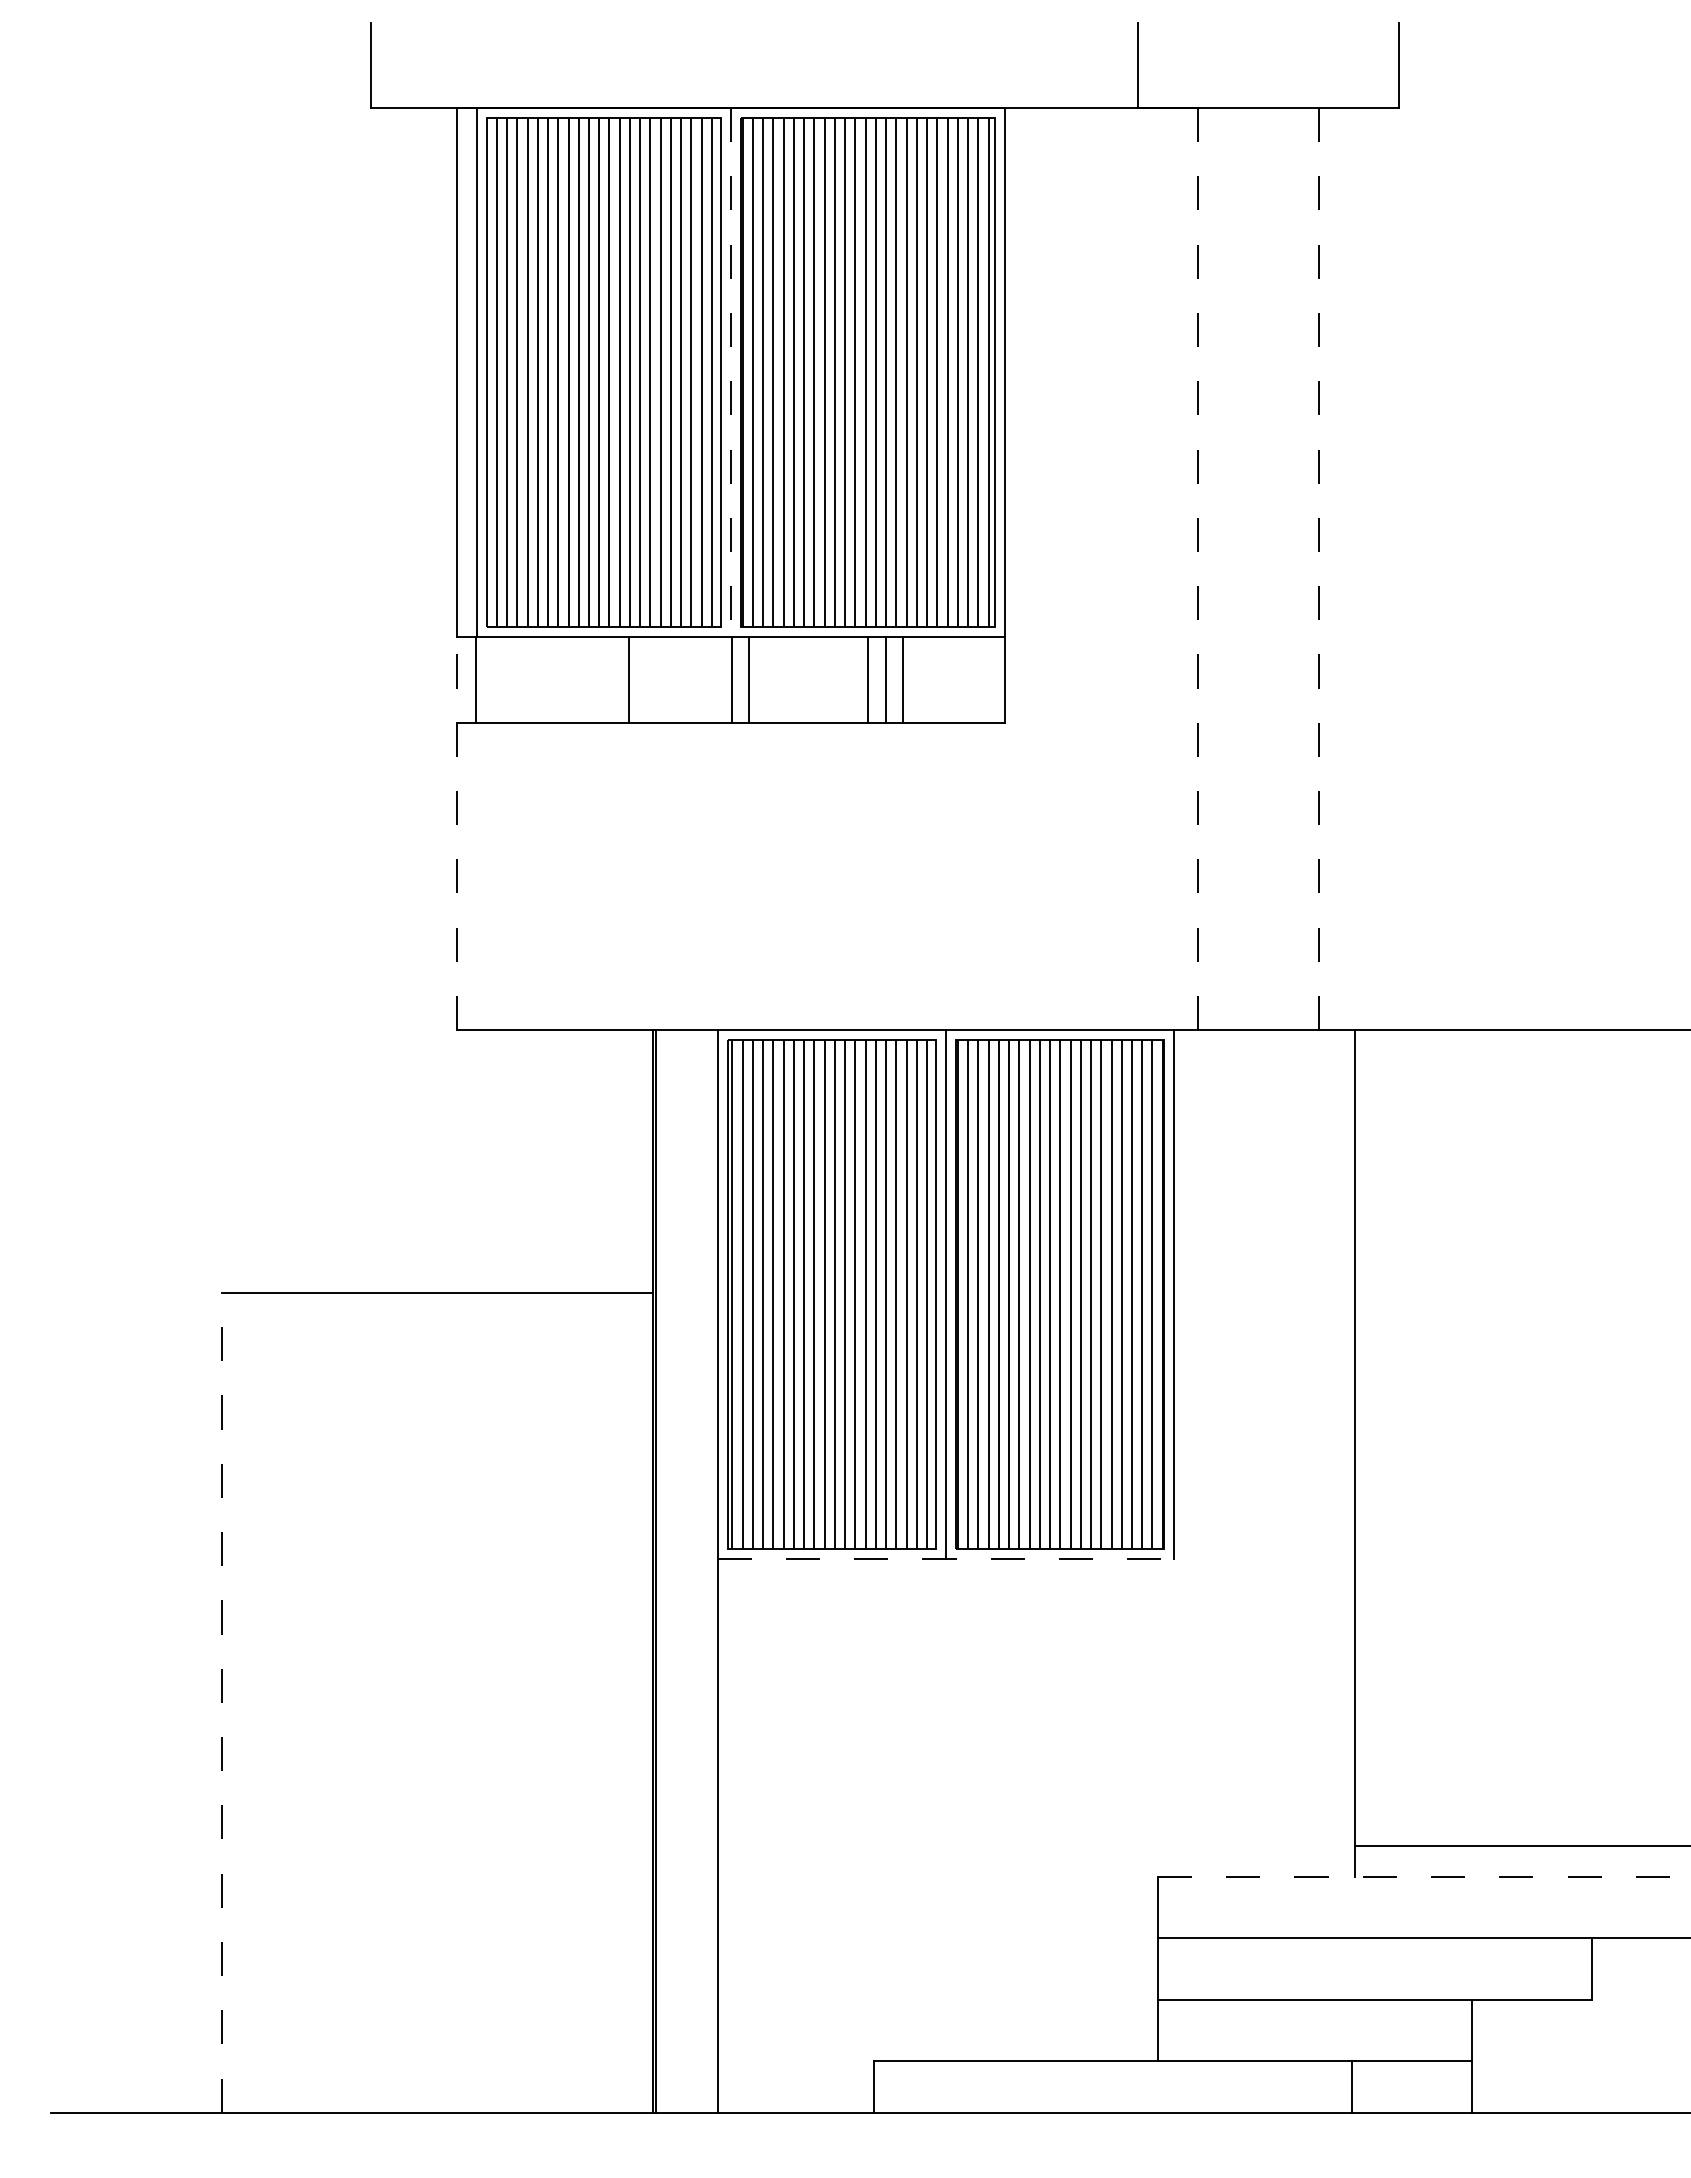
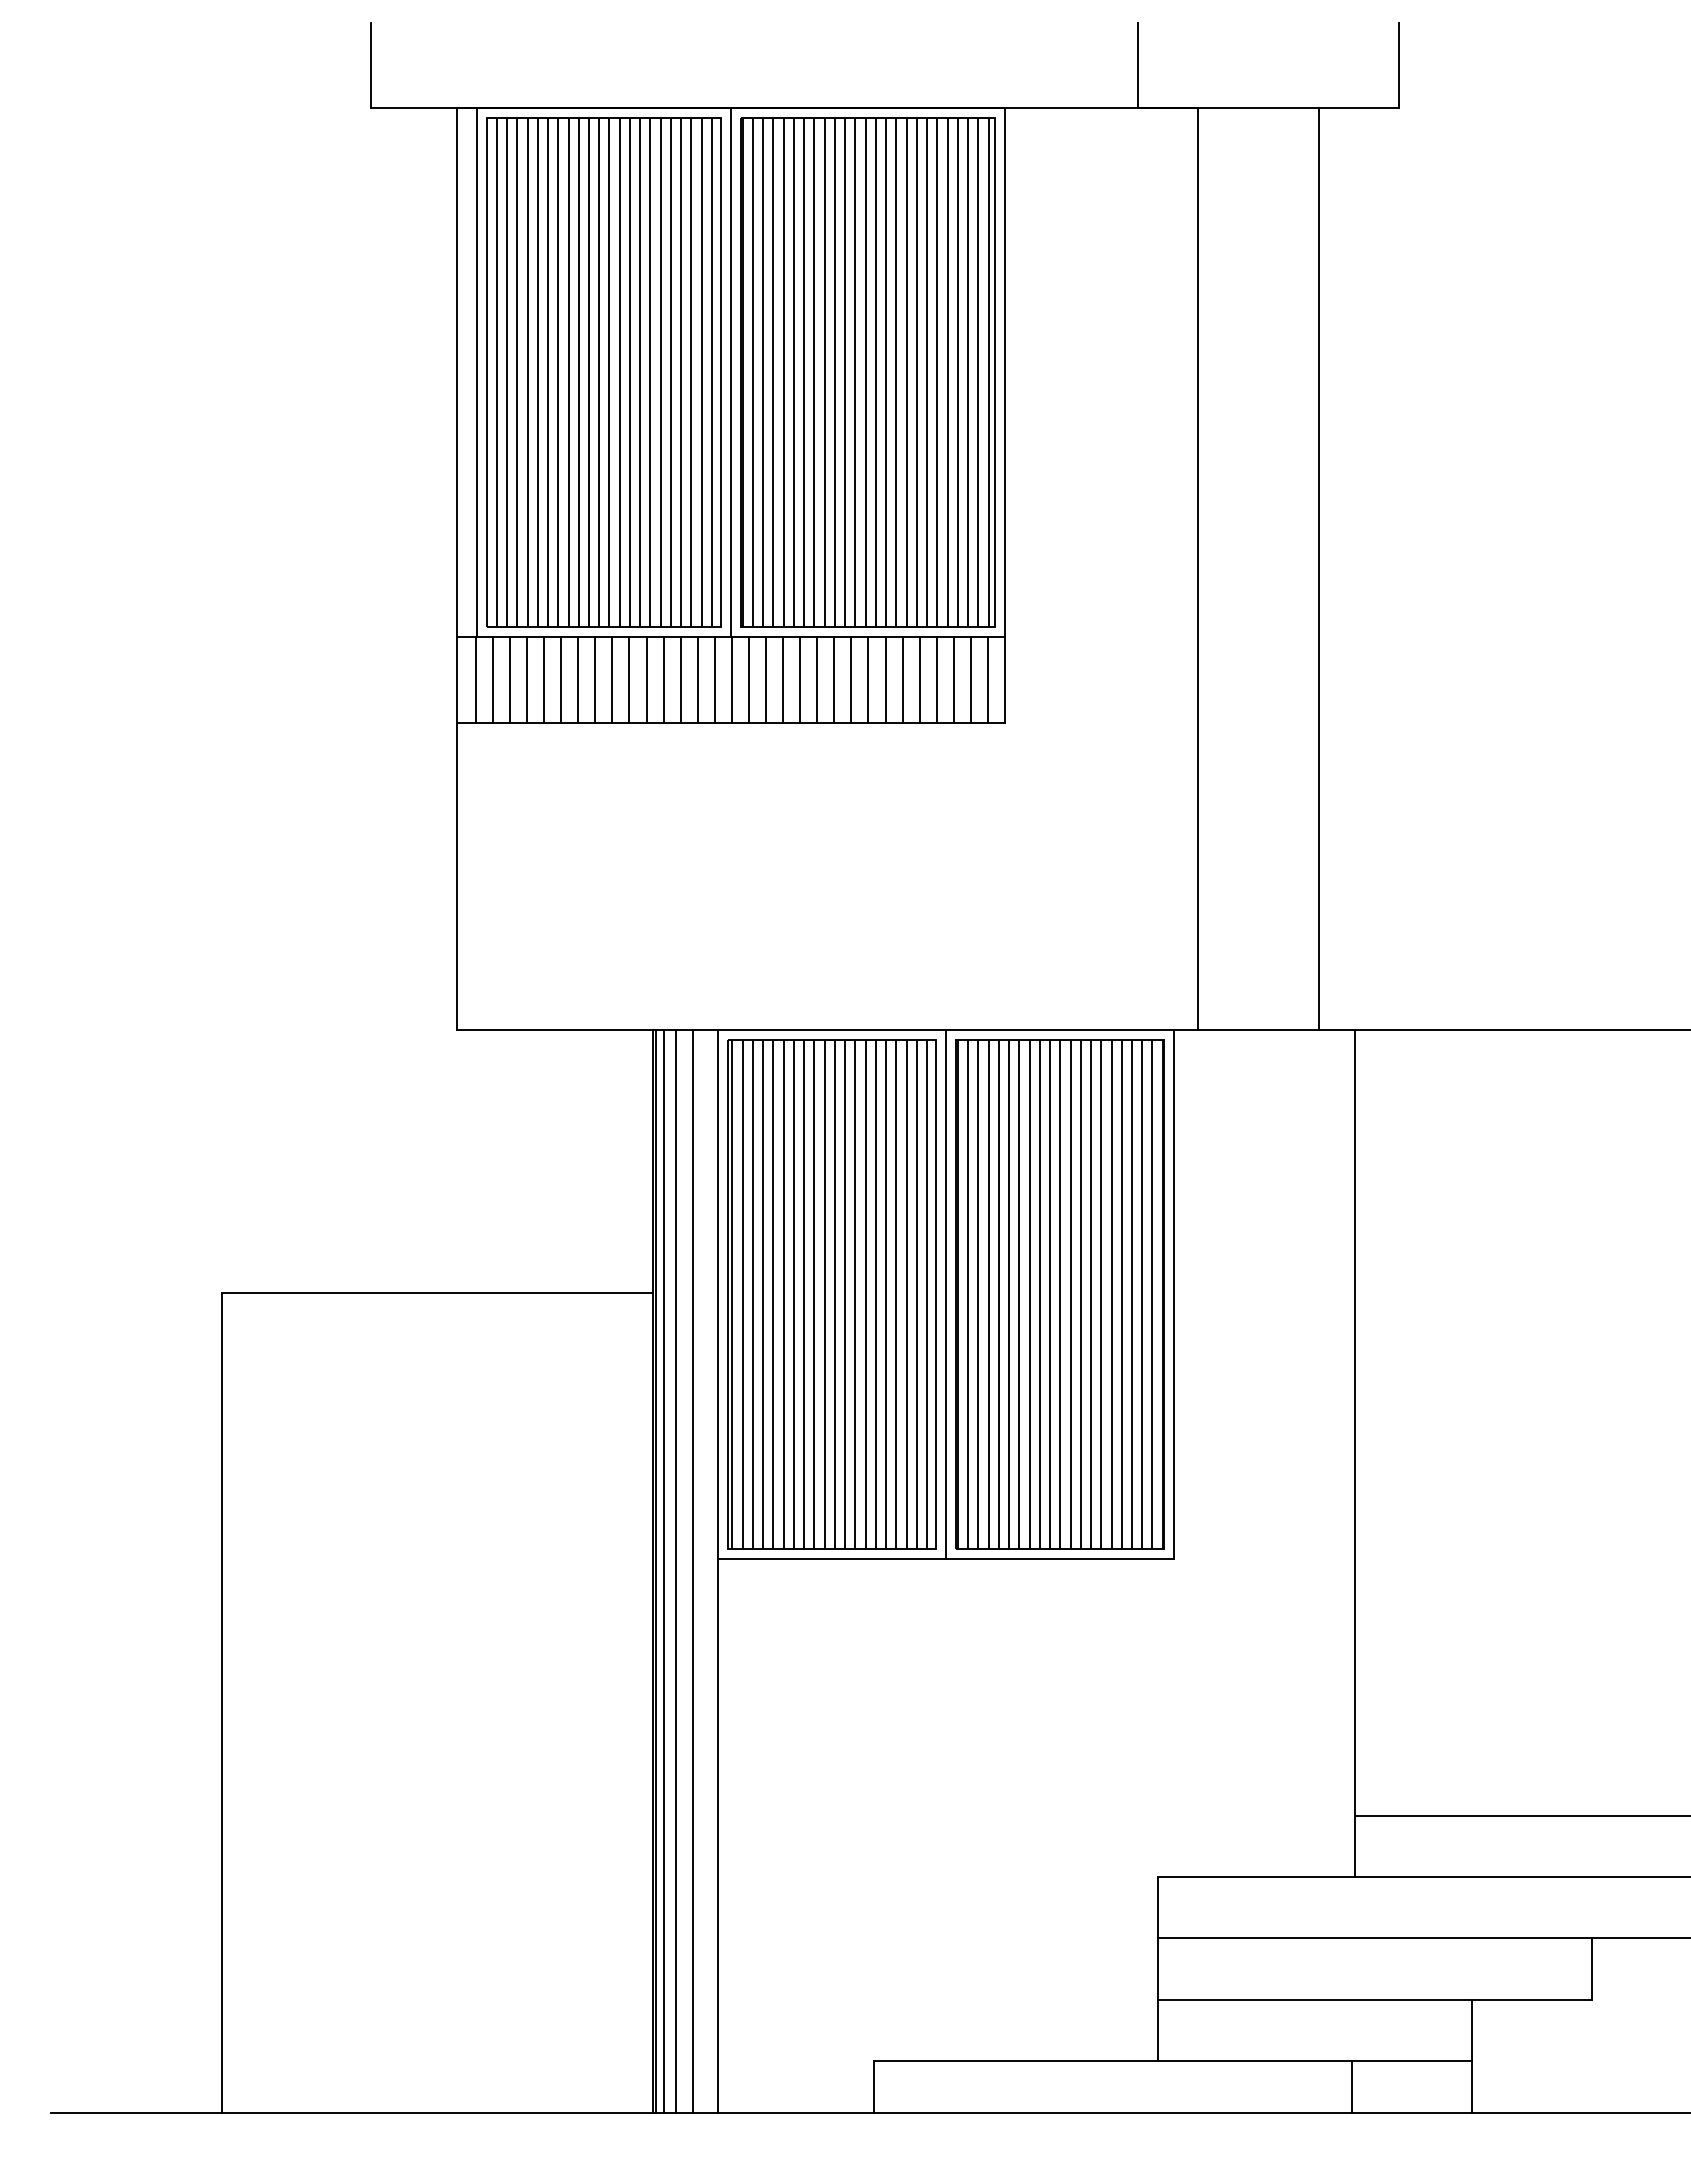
line at (730, 372): dashed -> solid
line at (1198, 569): dashed -> solid
line at (1319, 569): dashed -> solid
line at (492, 679): none -> present
line at (509, 679): none -> present
line at (526, 679): none -> present
line at (544, 679): none -> present
line at (561, 679): none -> present
line at (578, 679): none -> present
line at (595, 679): none -> present
line at (612, 679): none -> present
line at (646, 679): none -> present
line at (663, 679): none -> present
line at (680, 679): none -> present
line at (697, 679): none -> present
line at (714, 679): none -> present
line at (766, 679): none -> present
line at (783, 679): none -> present
line at (800, 679): none -> present
line at (817, 679): none -> present
line at (834, 679): none -> present
line at (851, 679): none -> present
line at (919, 679): none -> present
line at (936, 679): none -> present
line at (953, 679): none -> present
line at (970, 679): none -> present
line at (988, 679): none -> present
line at (456, 833): dashed -> solid
line at (946, 1559): dashed -> solid
line at (663, 1571): none -> present
line at (676, 1571): none -> present
line at (692, 1571): none -> present
line at (221, 1702): dashed -> solid
line at (1521, 1845) position: (1521, 1845) -> (1521, 1815)
line at (1424, 1877): dashed -> solid
